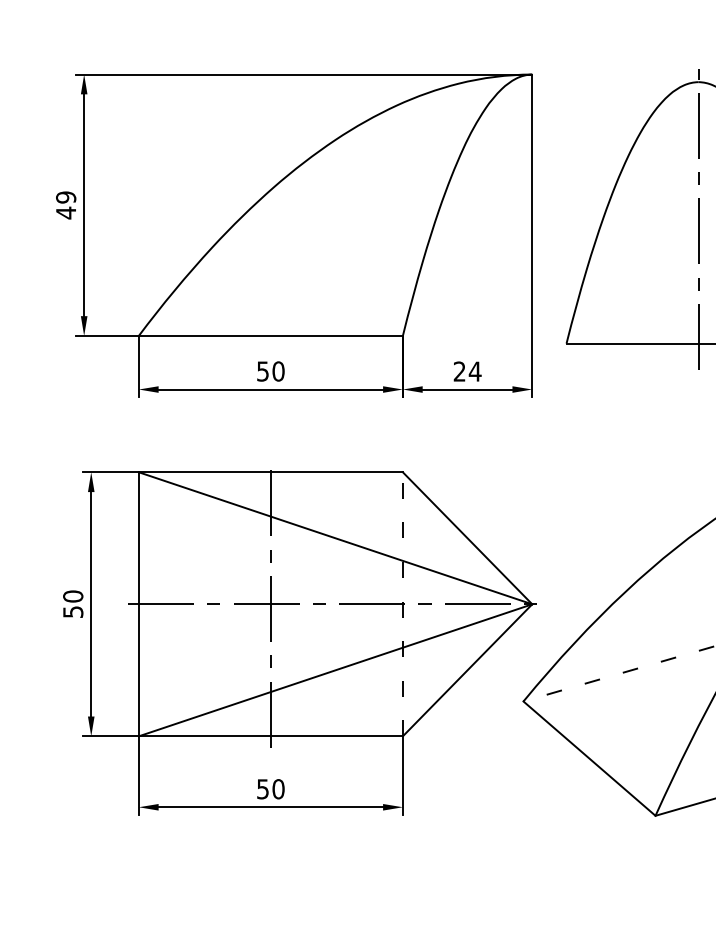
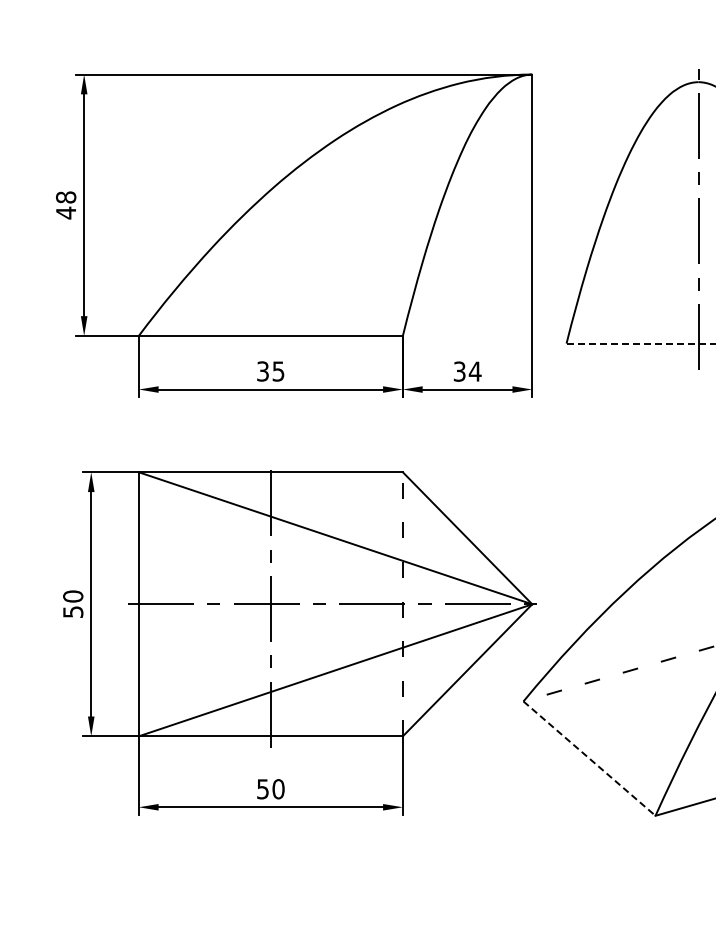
text at (66, 197): 49 -> 48
line at (641, 343): solid -> dashed
text at (270, 371): 50 -> 35
text at (459, 371): 24 -> 34
line at (589, 758): solid -> dashed
